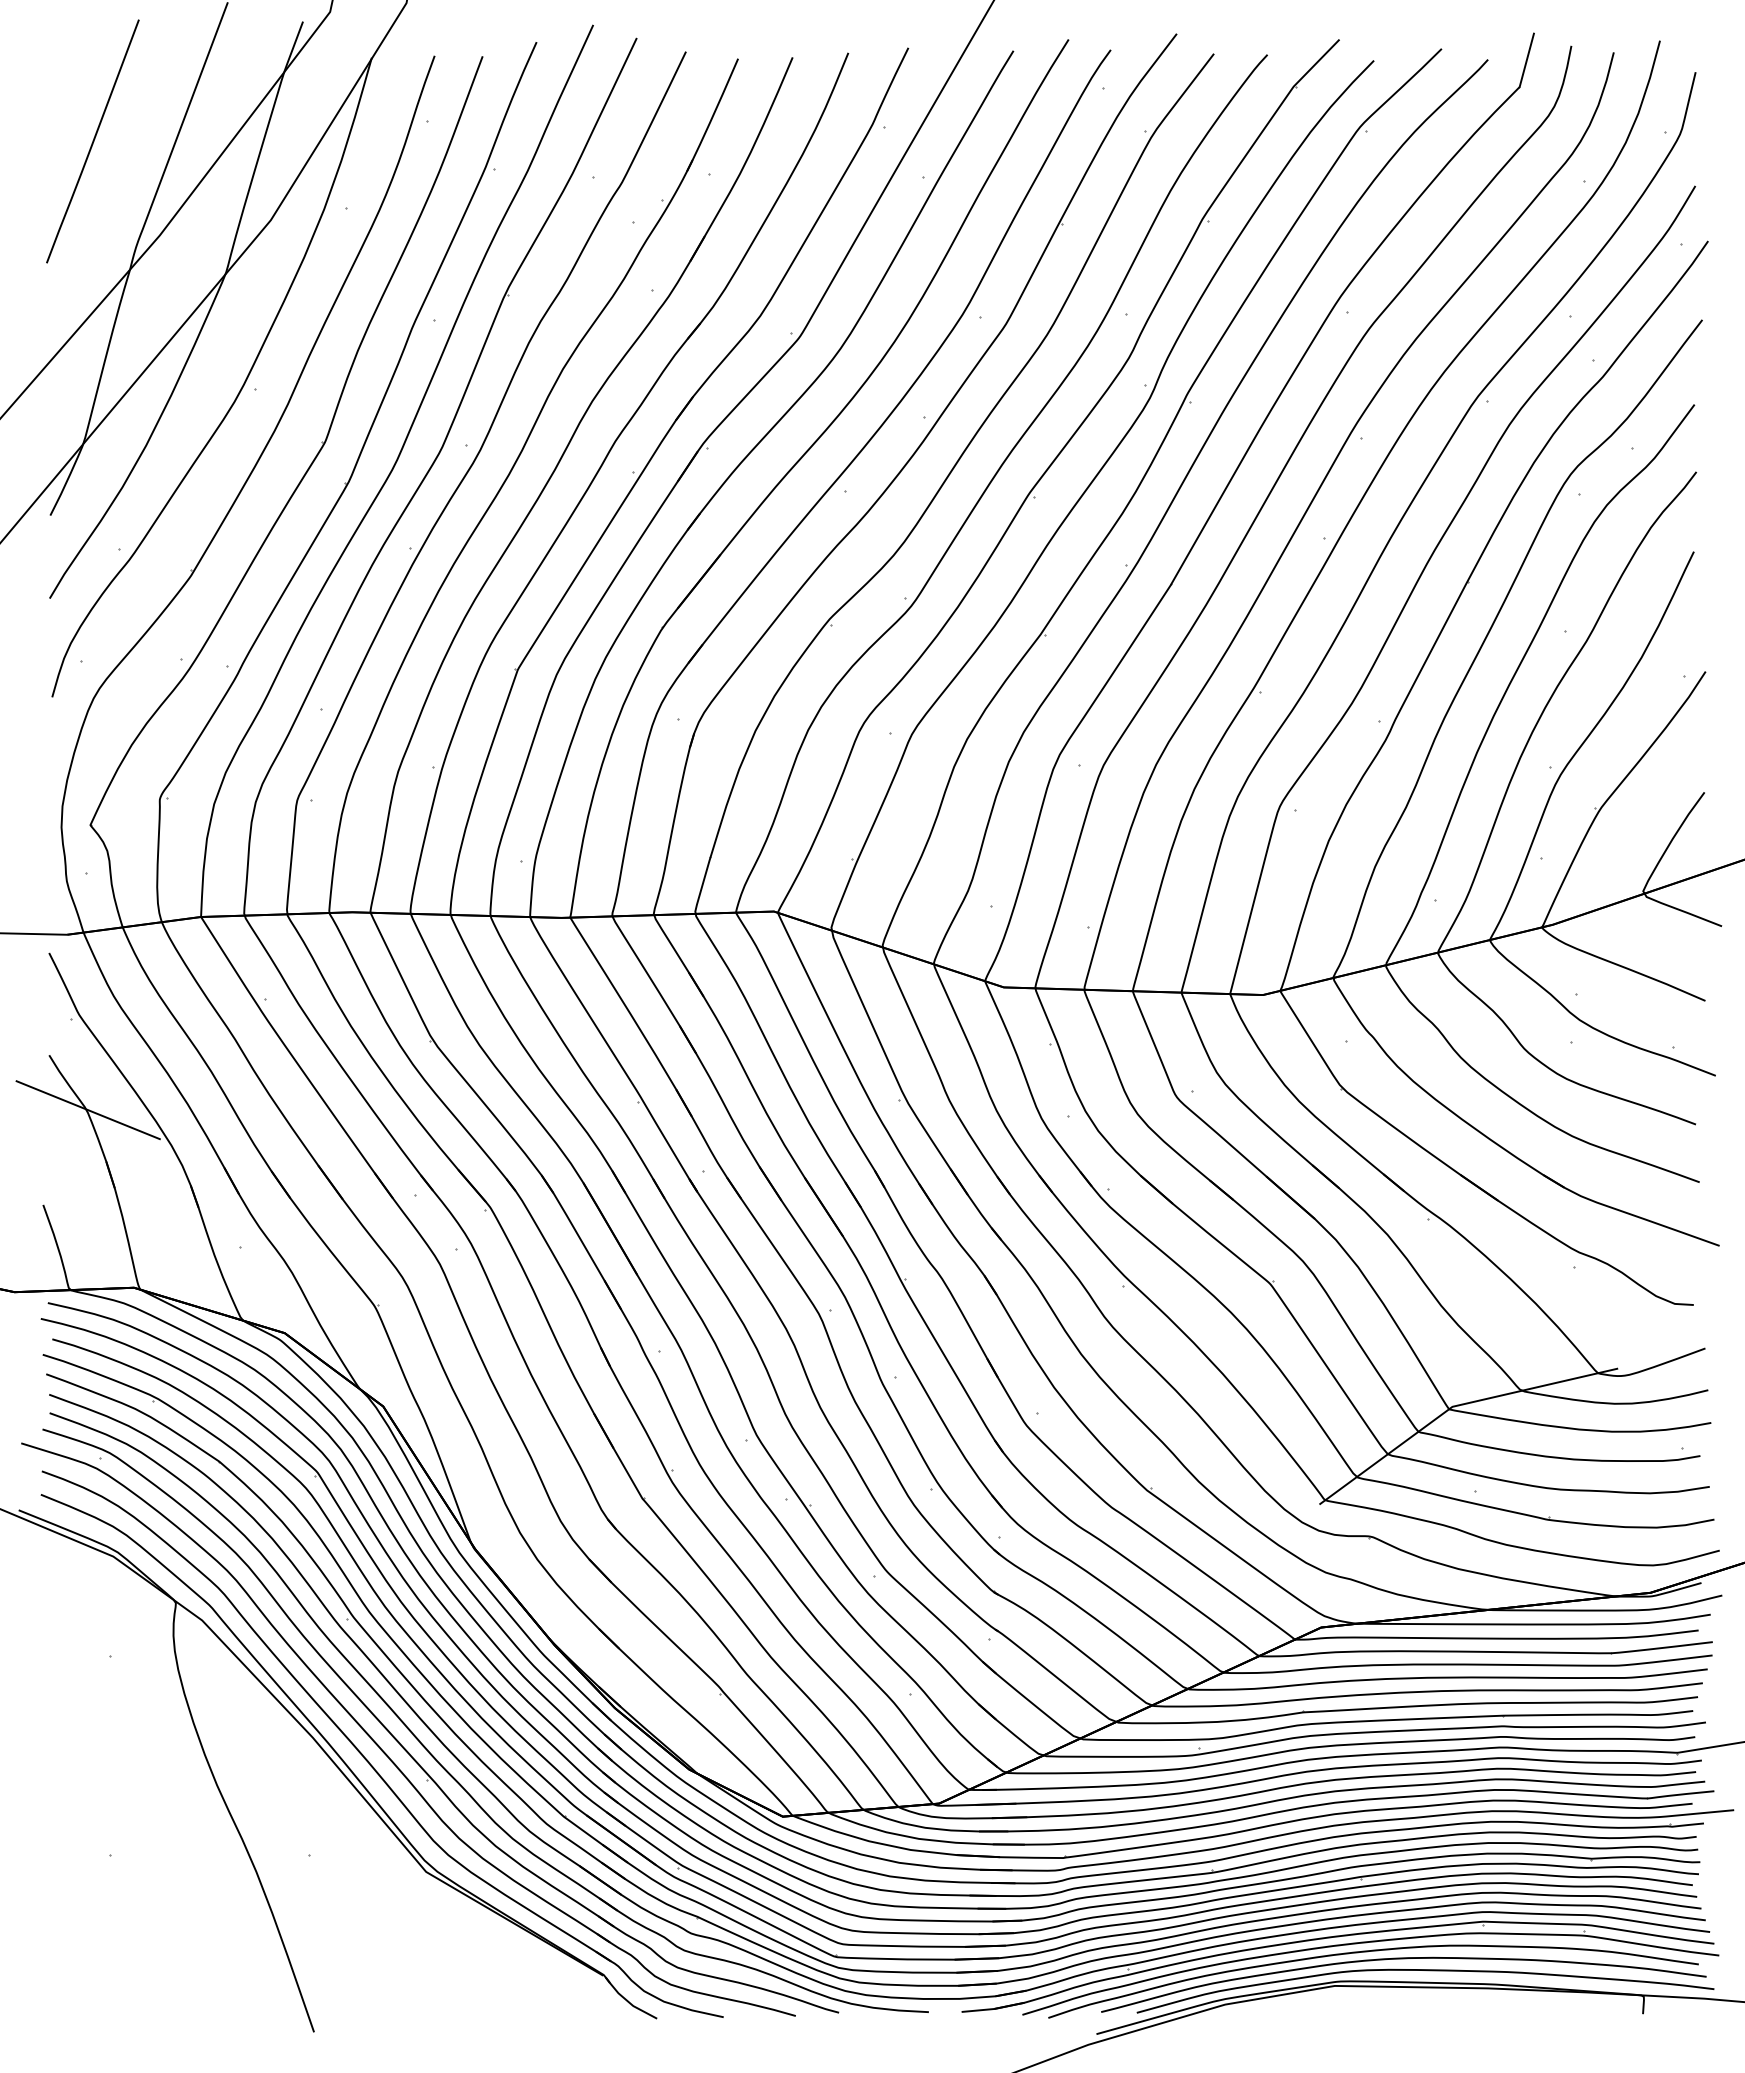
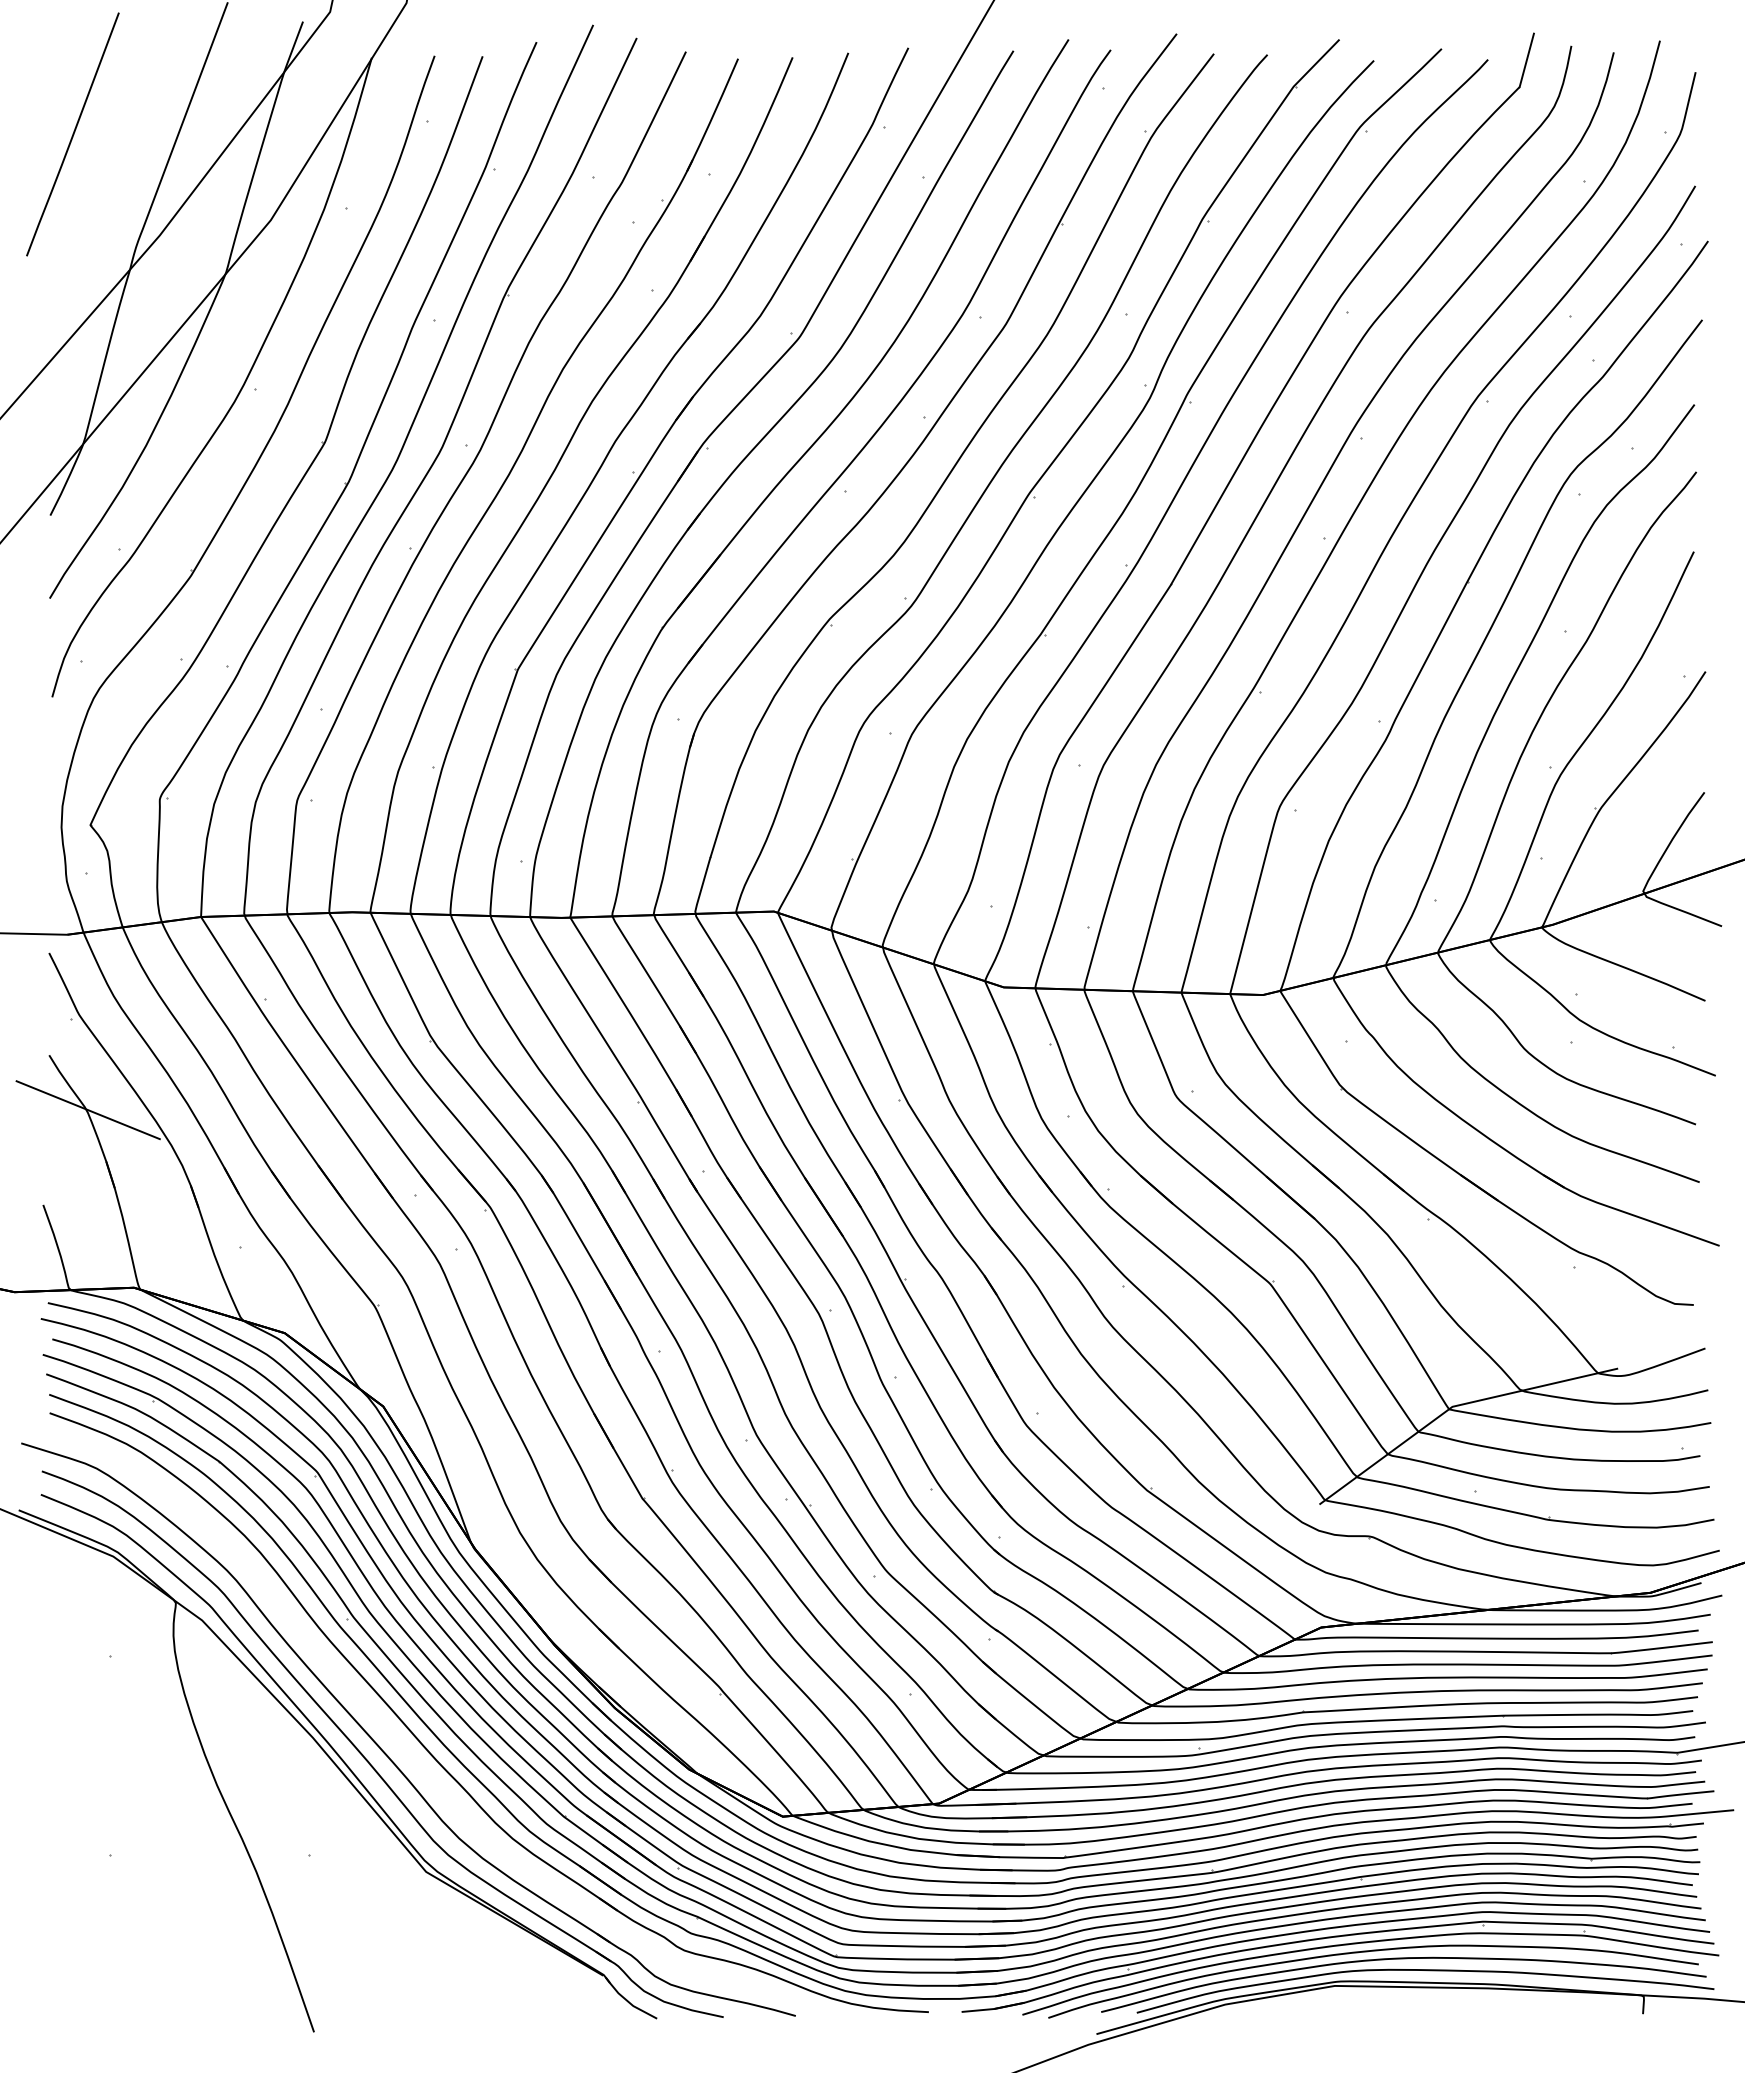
line at (92, 141) position: (92, 141) -> (72, 134)
part at (408, 1751): present -> none
